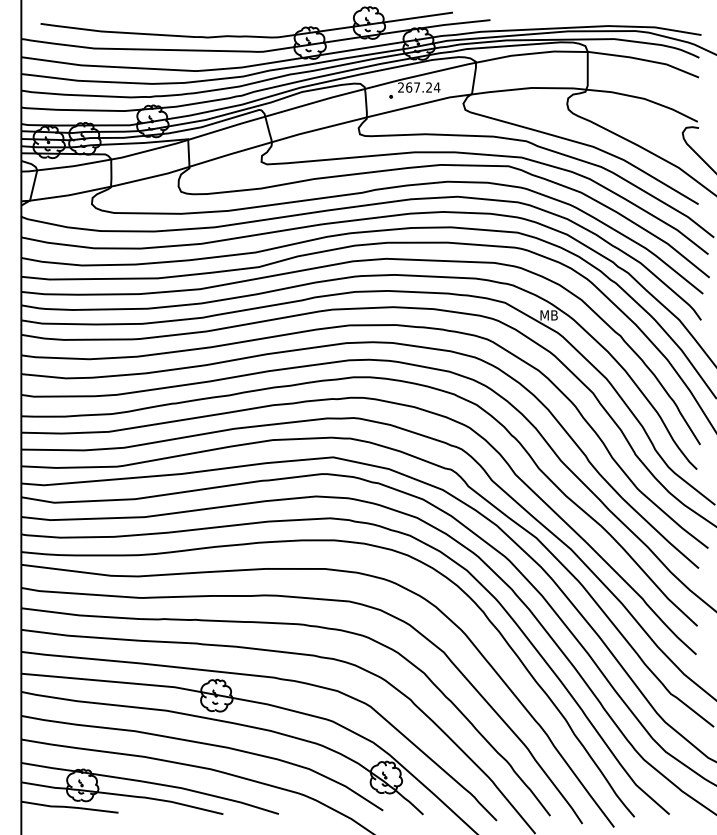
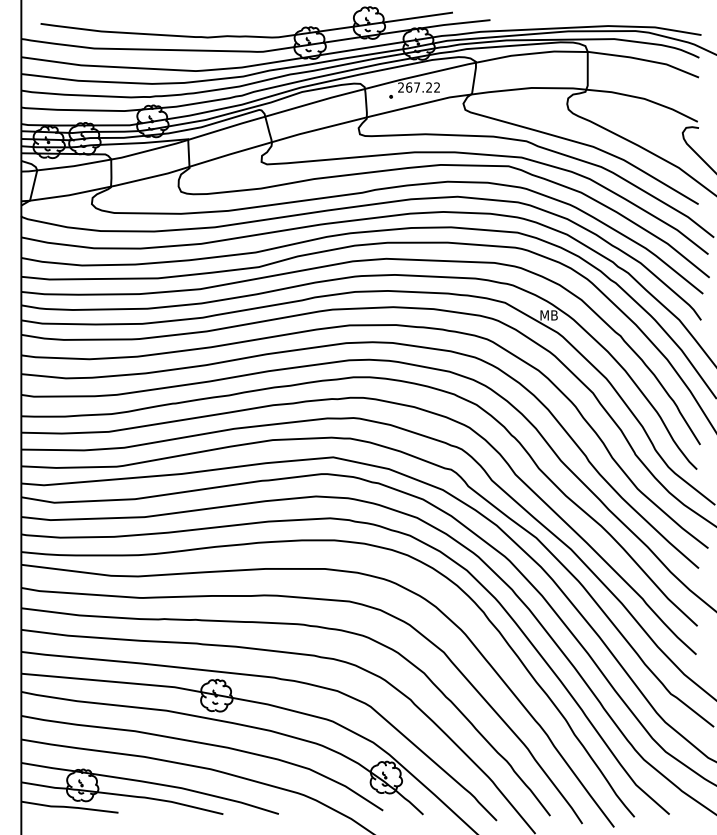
text at (436, 87): 267.24 -> 267.22
